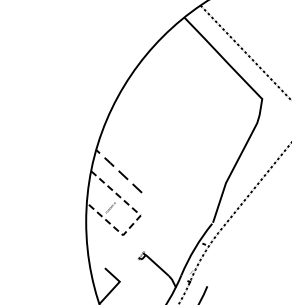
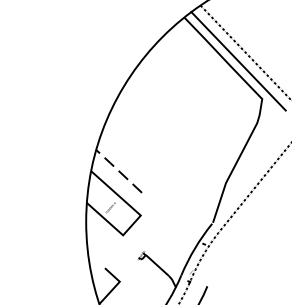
line at (238, 61): none -> present
line at (137, 219): dashed -> solid
